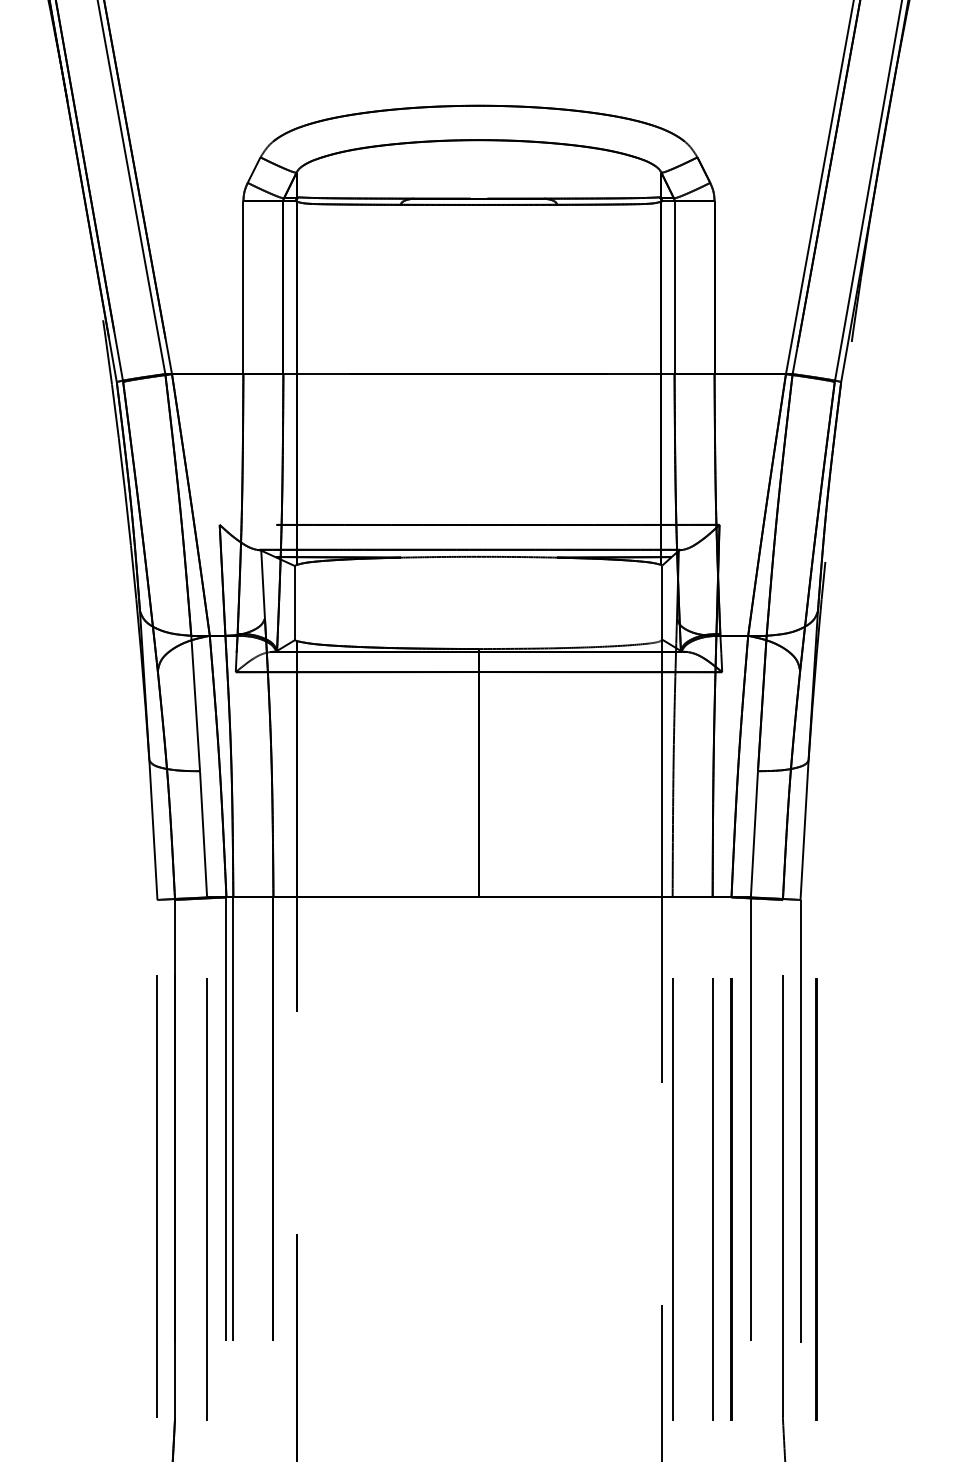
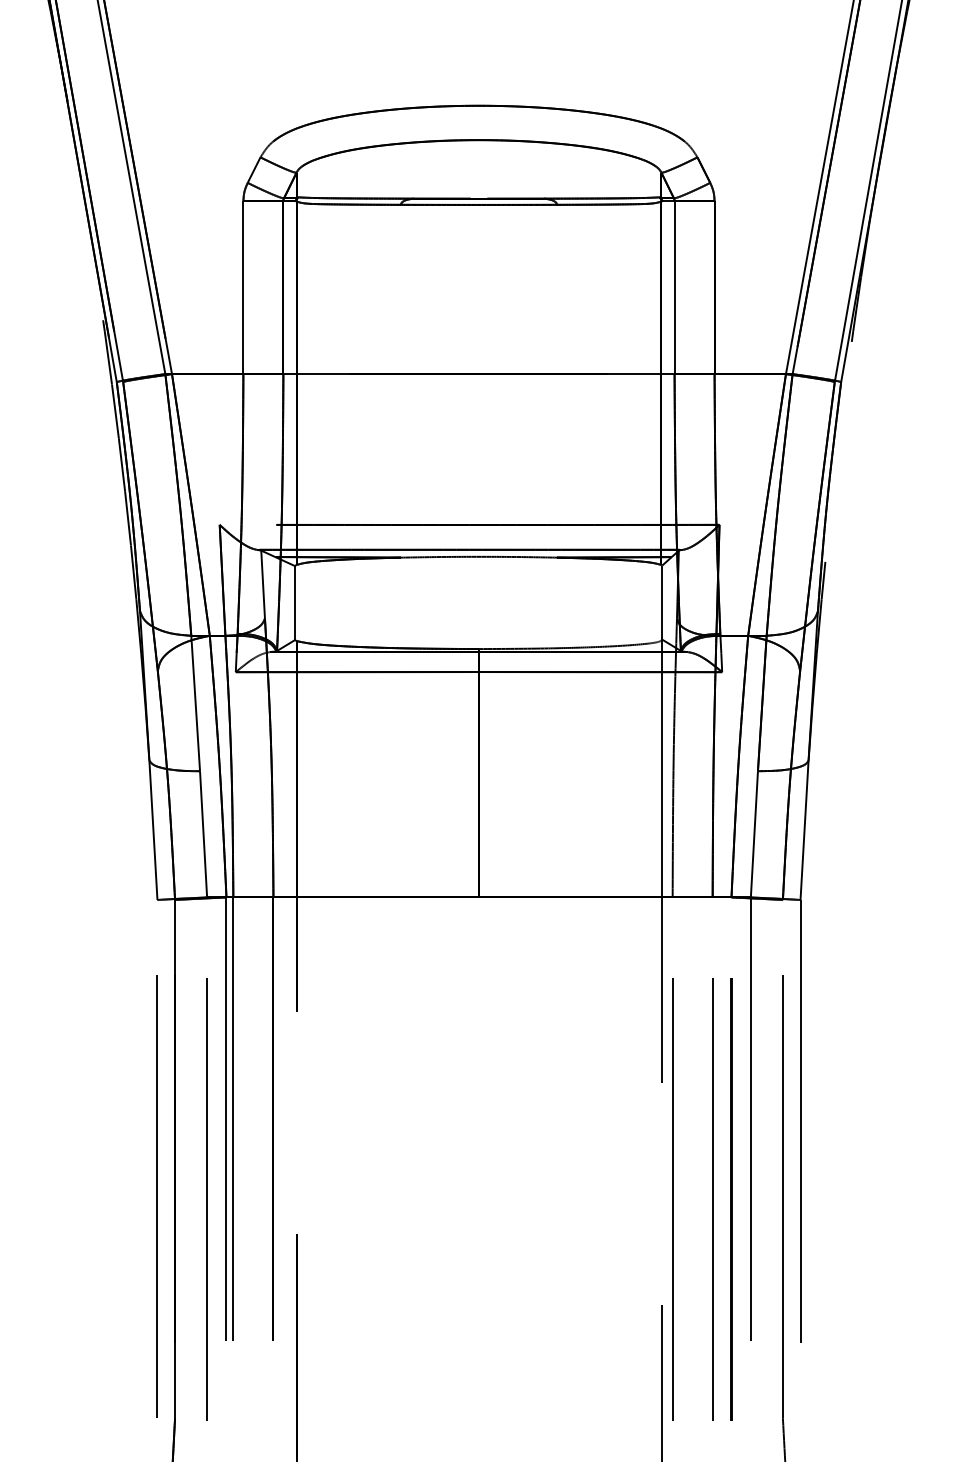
line at (816, 1199): present -> none
